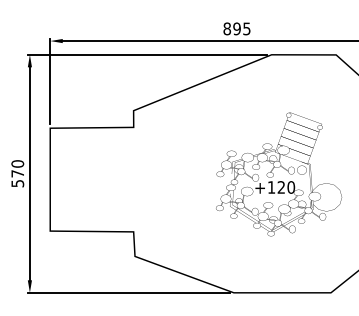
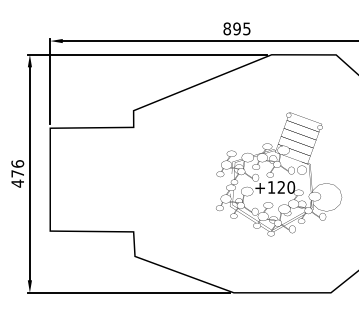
text at (17, 173): 570 -> 476
